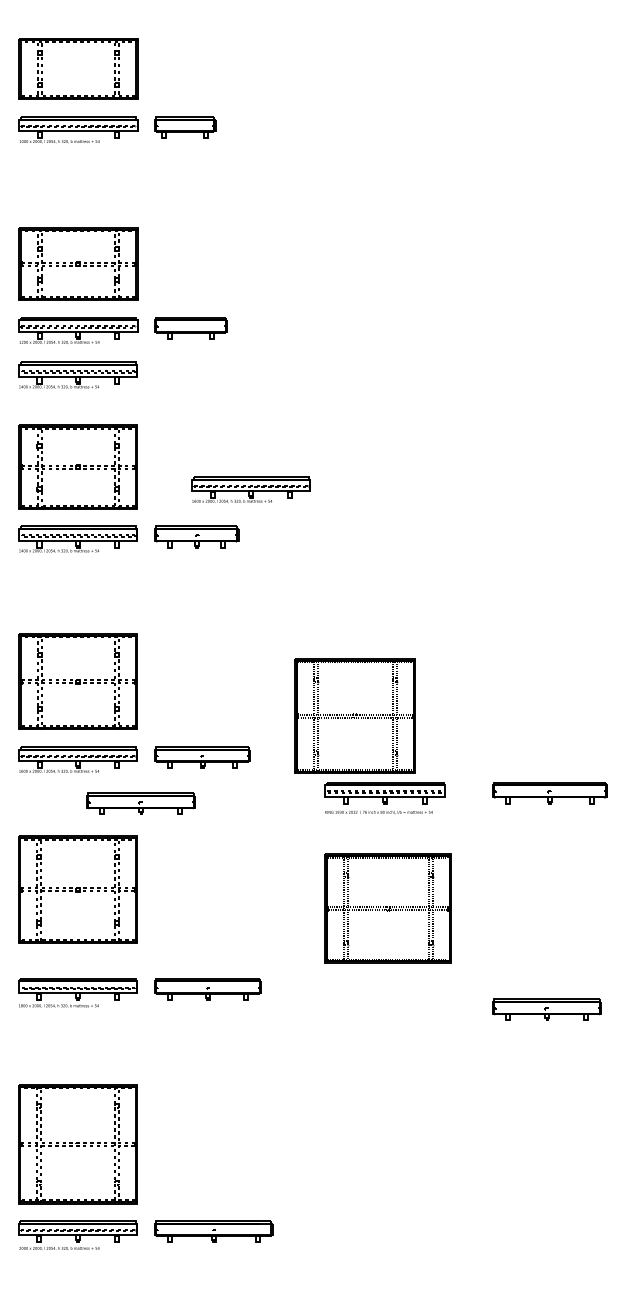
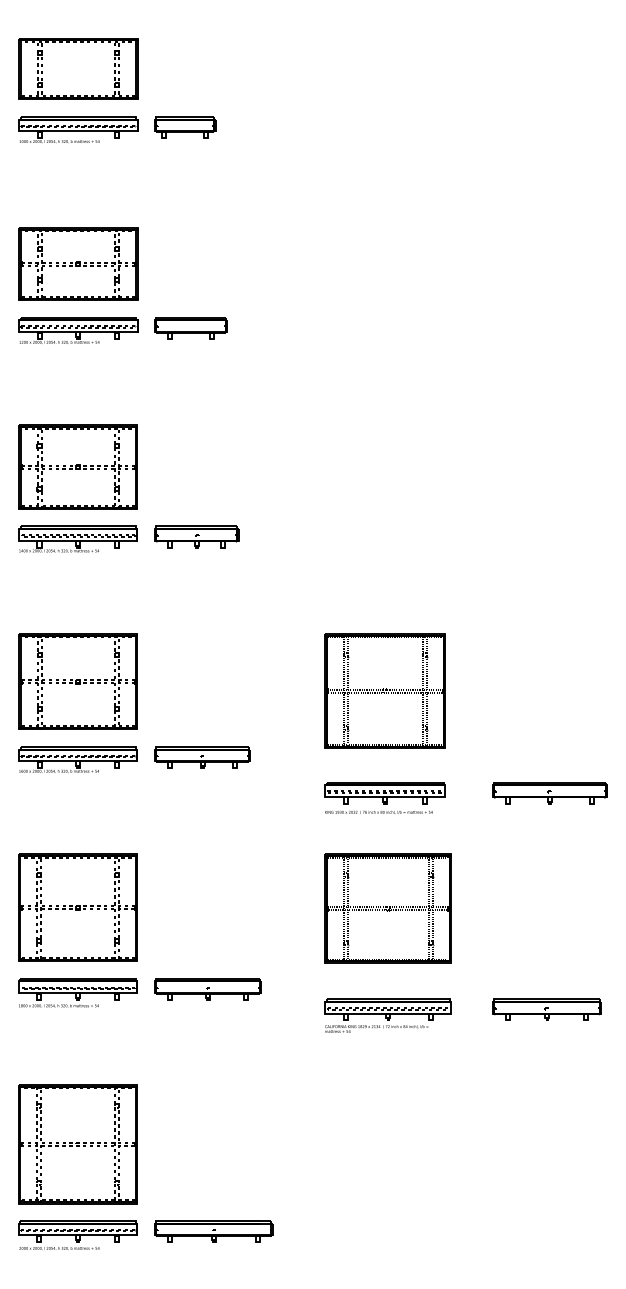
part at (77, 374): present -> none
part at (250, 489): present -> none
part at (354, 715) position: (354, 715) -> (384, 690)
part at (140, 803): present -> none
part at (77, 889) position: (77, 889) -> (77, 907)
part at (387, 1015): none -> present
